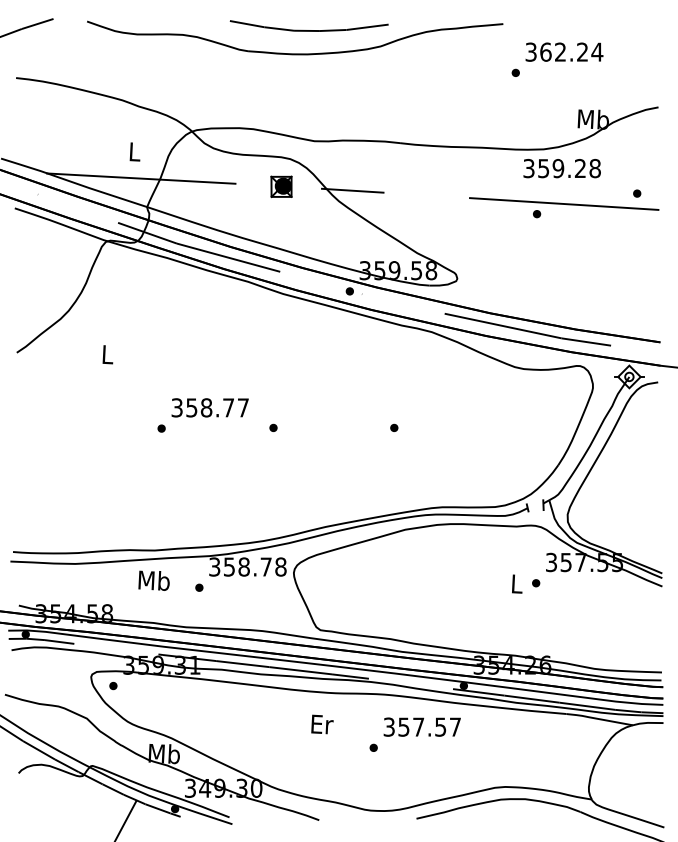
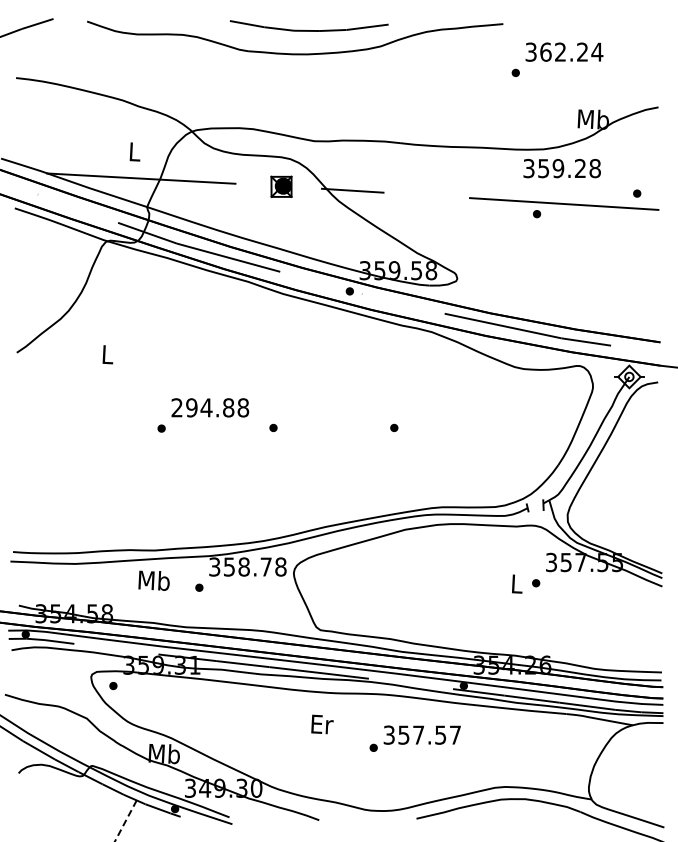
text at (210, 407): 358.77 -> 294.88
text at (421, 726) position: (421, 726) -> (421, 734)
line at (125, 821): solid -> dashed
